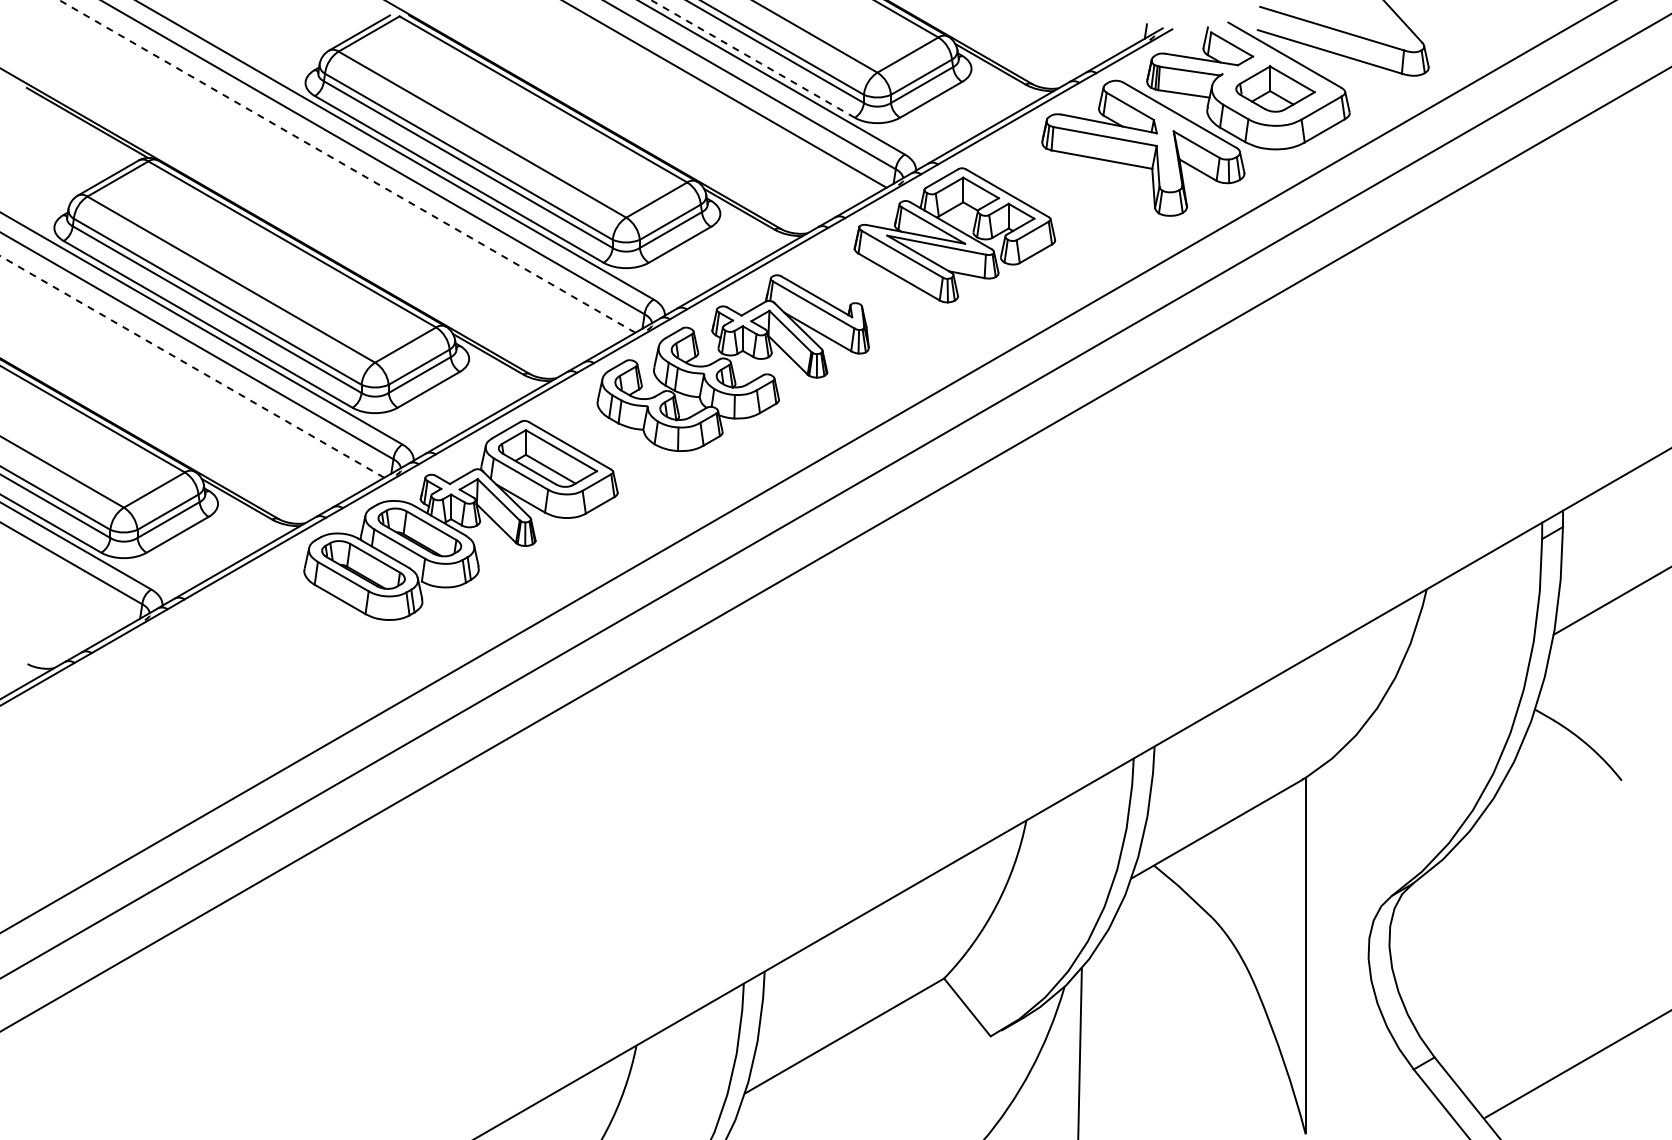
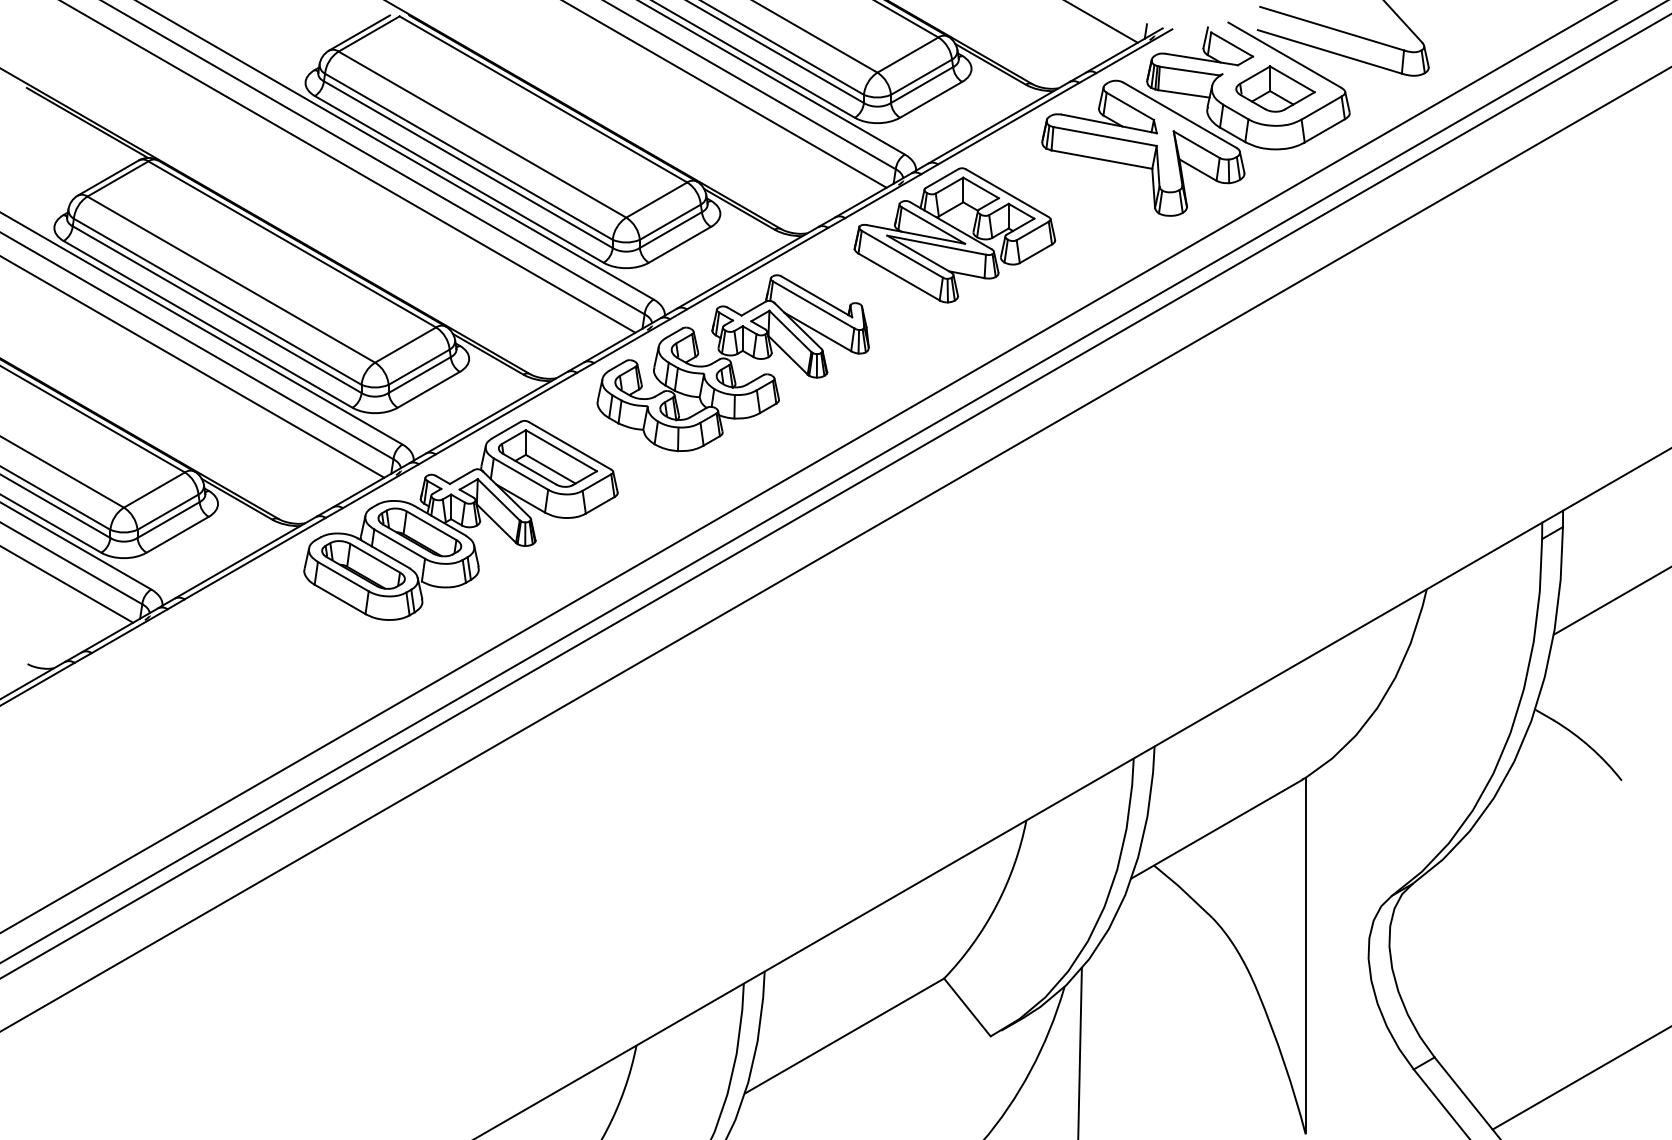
line at (1102, 22): none -> present
line at (752, 58): dashed -> solid
line at (347, 166): dashed -> solid
line at (192, 366): dashed -> solid
line at (833, 482): none -> present
line at (67, 584): none -> present
line at (1576, 1064) position: (1576, 1064) -> (1580, 1078)
